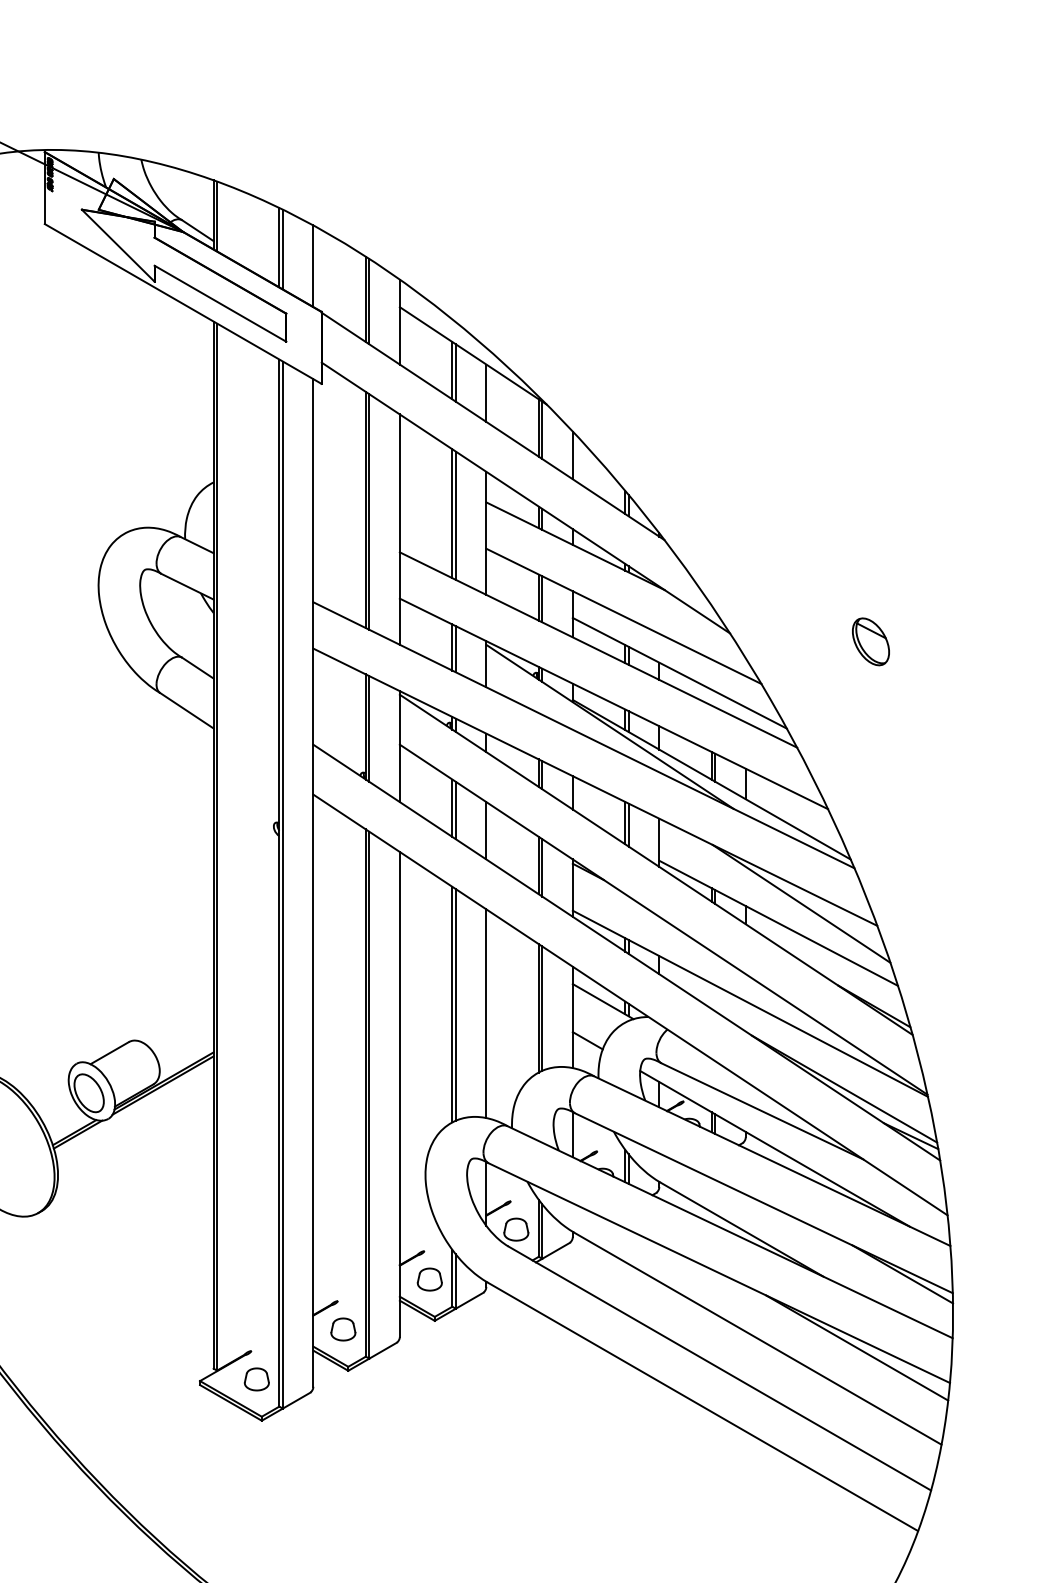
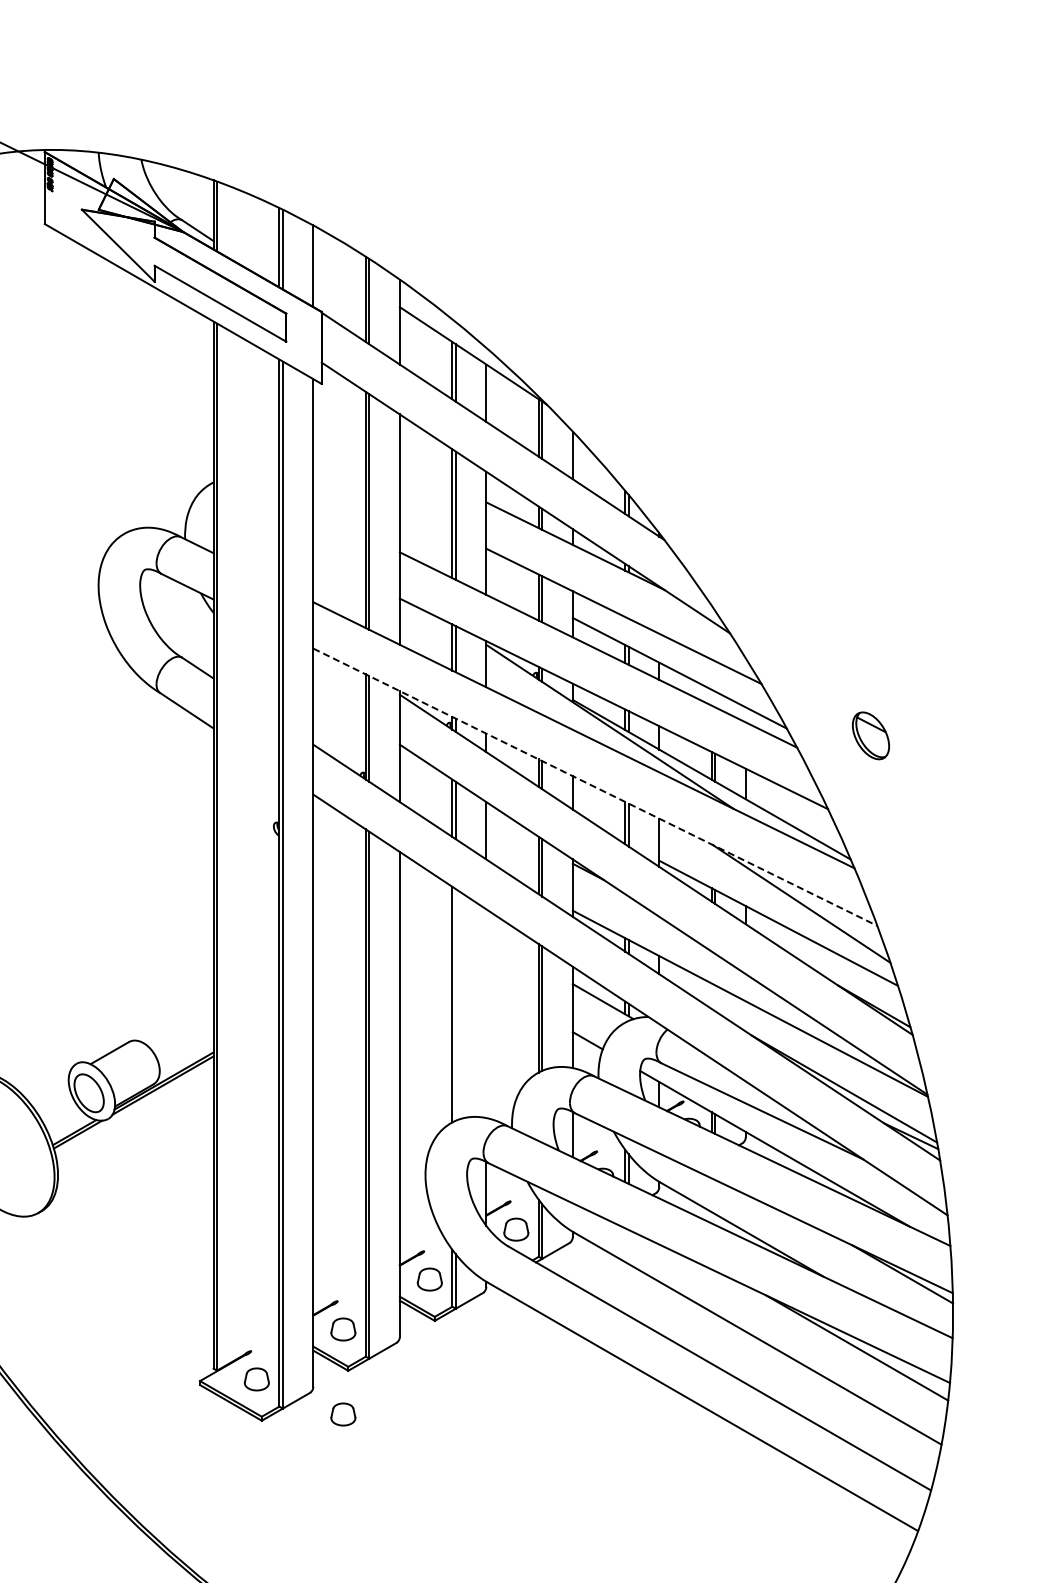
part at (870, 641) position: (870, 641) -> (870, 735)
line at (595, 787): solid -> dashed
line at (455, 1004): present -> none
line at (486, 1013): present -> none
part at (343, 1414): none -> present
